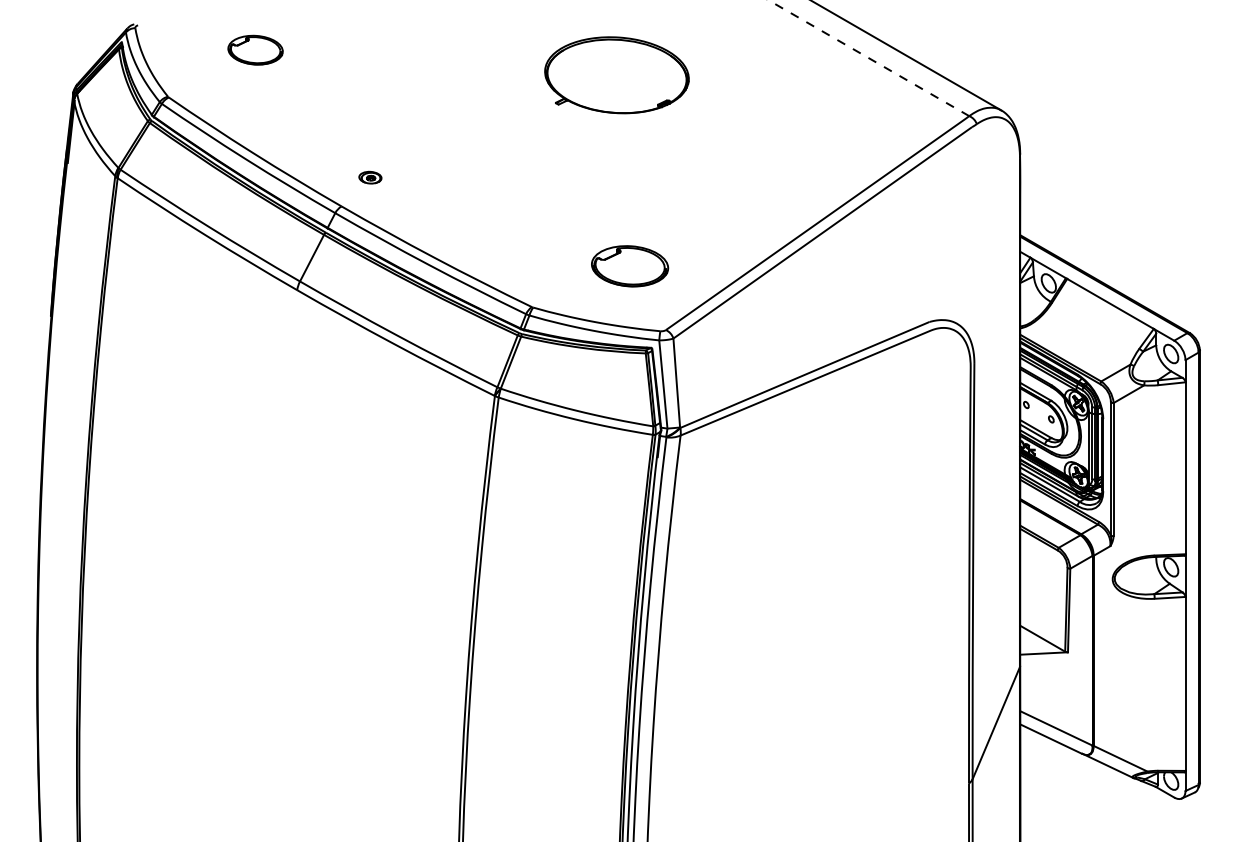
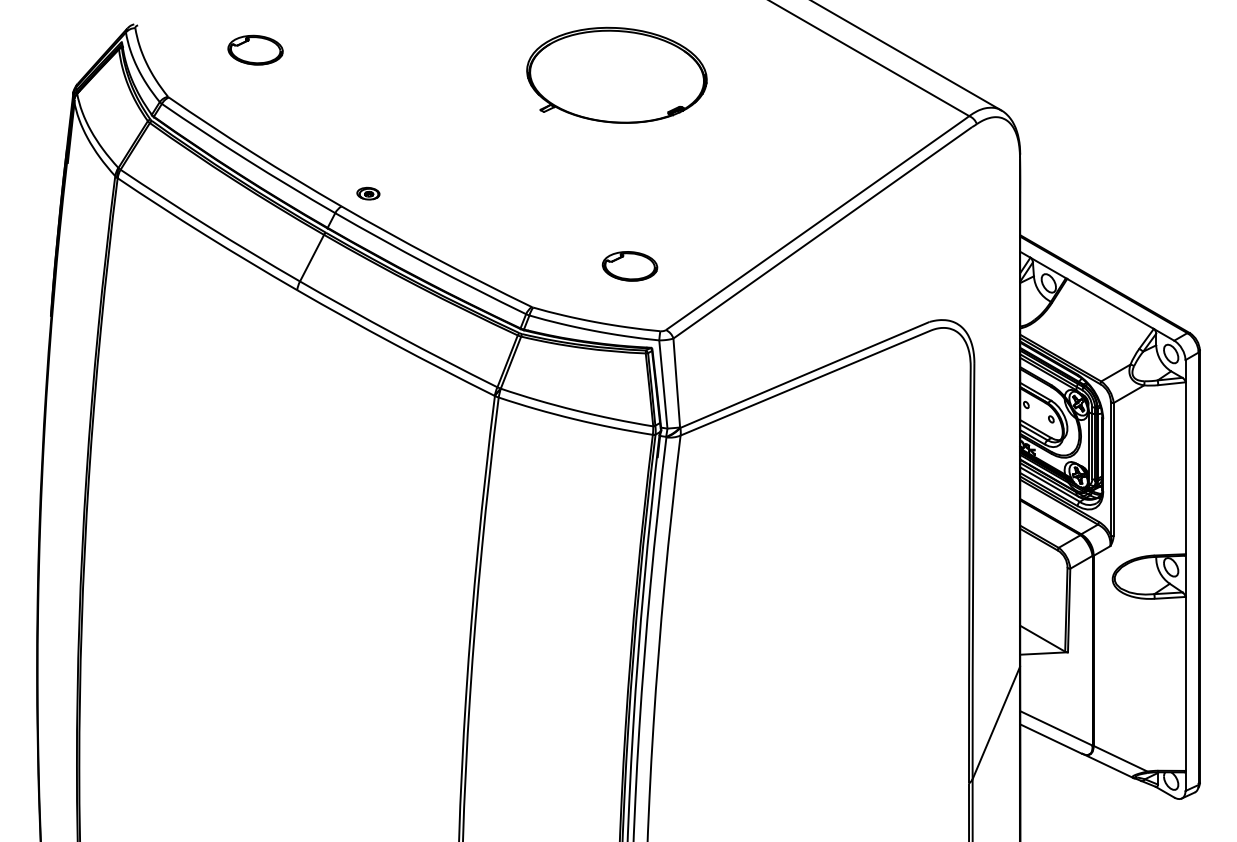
line at (868, 58): dashed -> solid
part at (616, 75) size: 146x79 px -> 182x98 px
part at (370, 177) position: (370, 177) -> (368, 193)
part at (630, 266) size: 79x43 px -> 58x31 px
